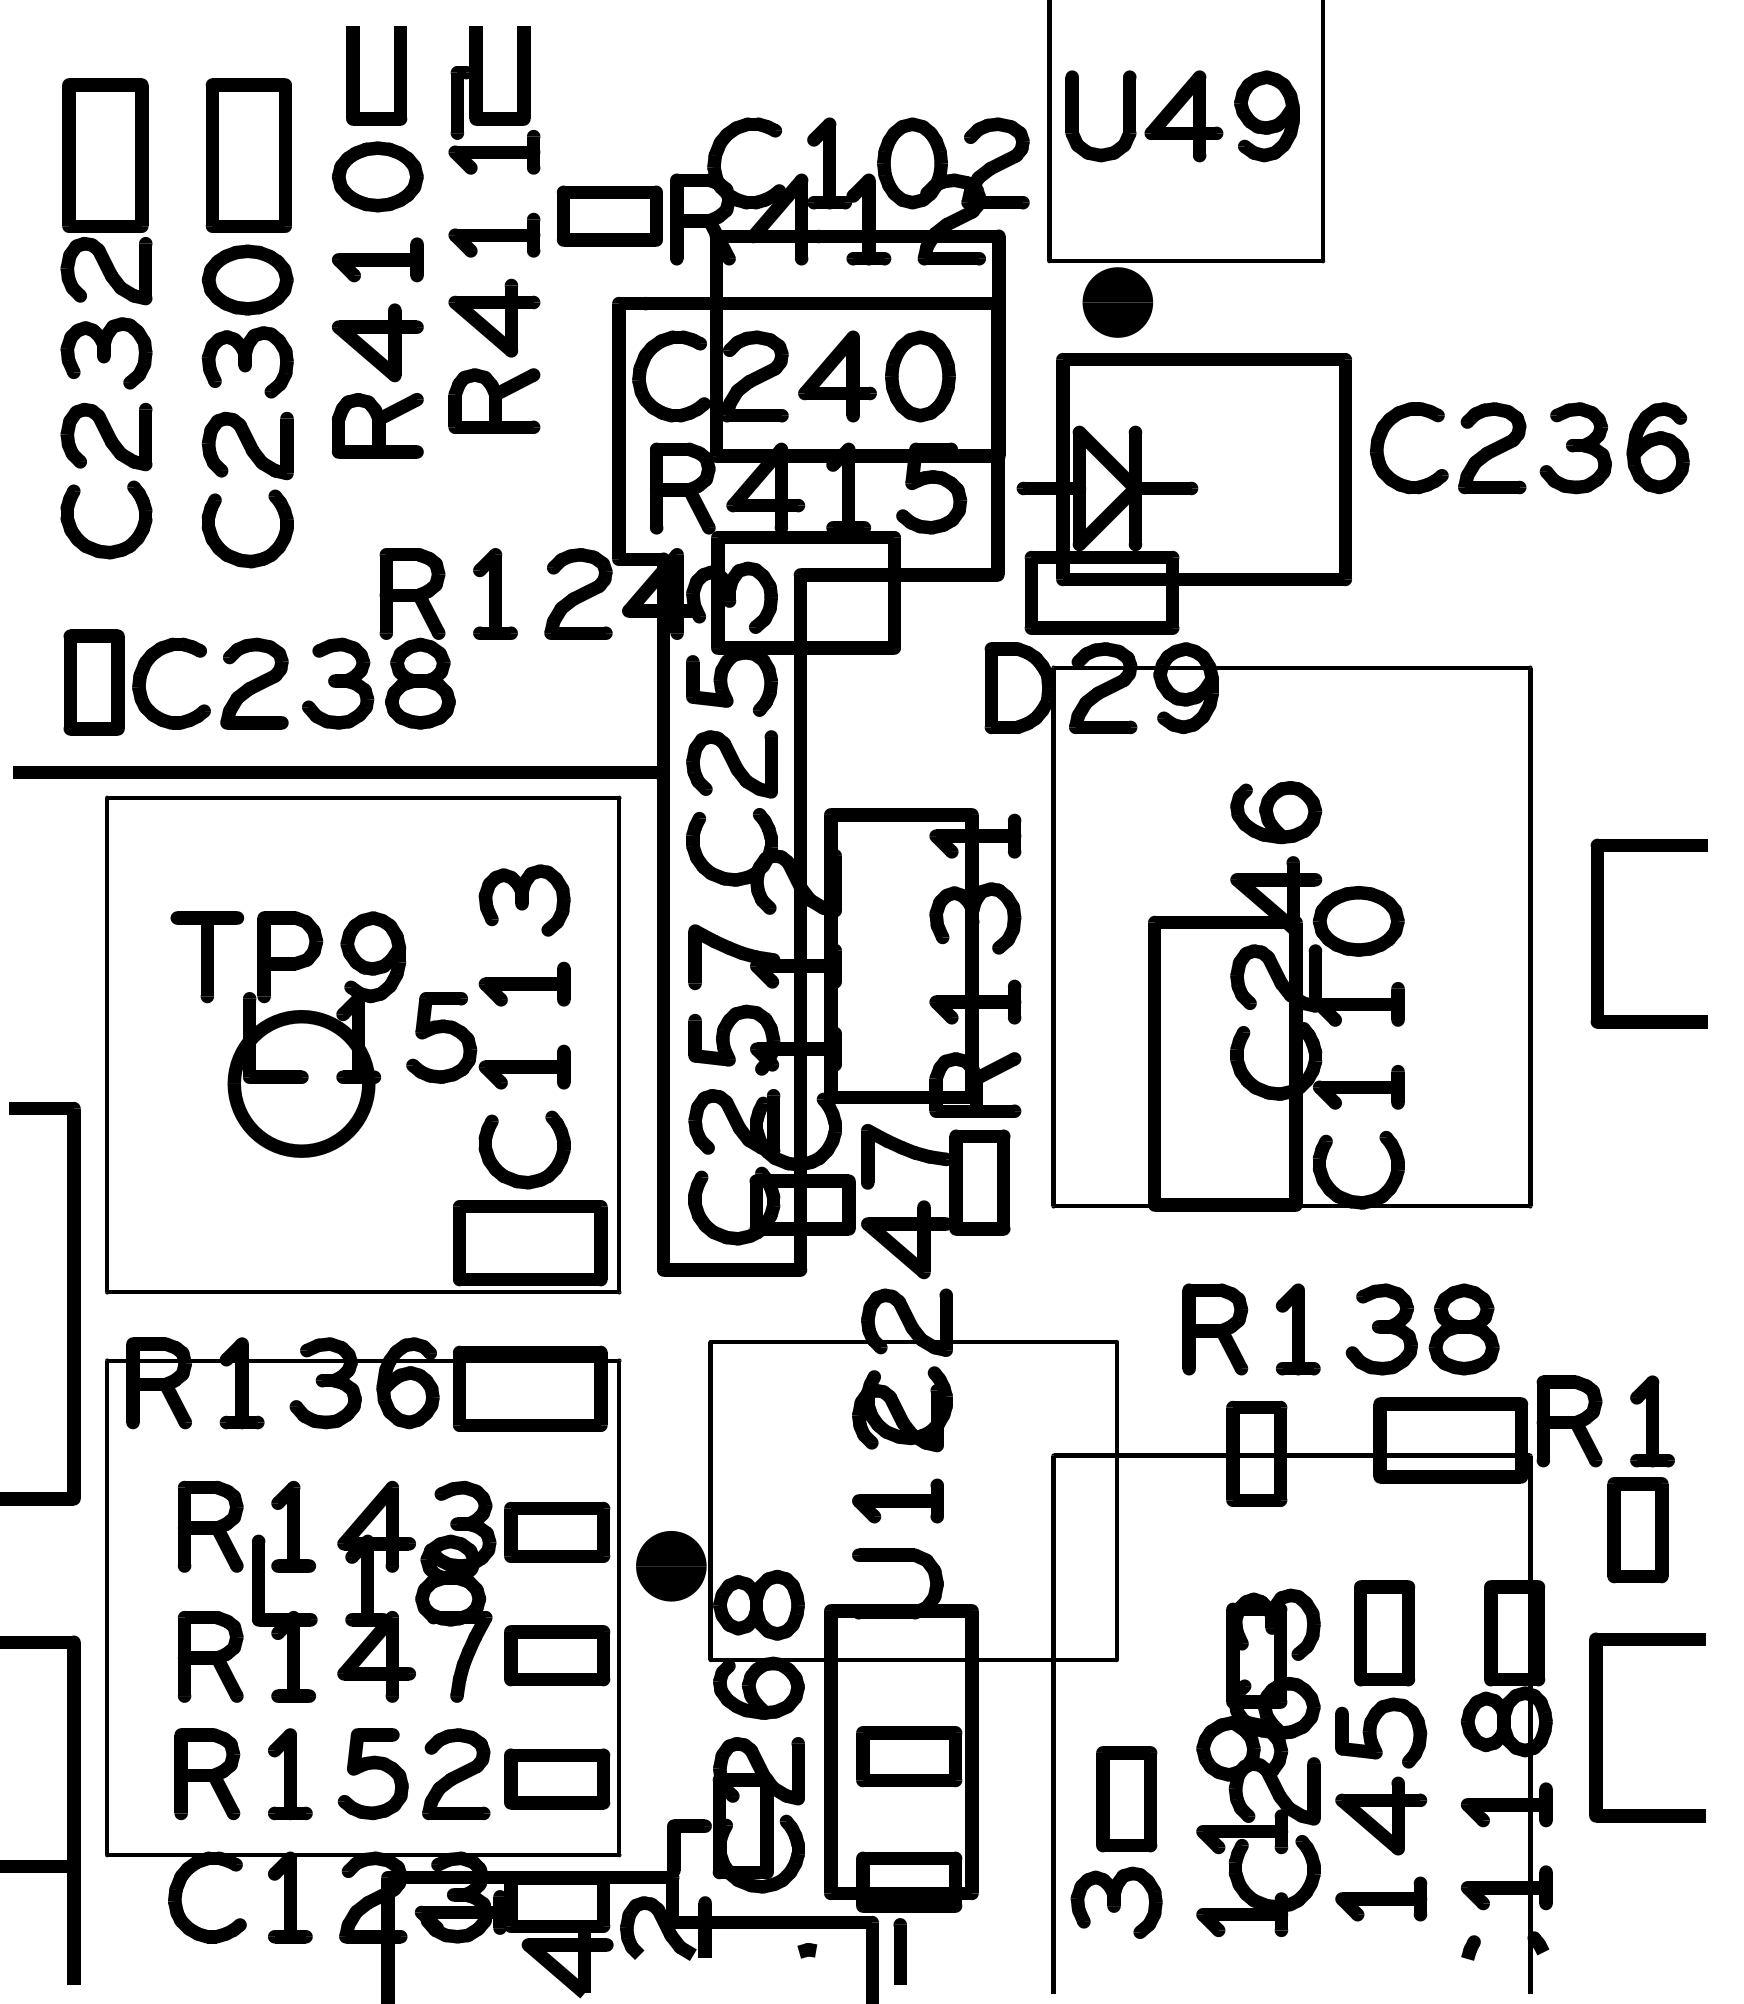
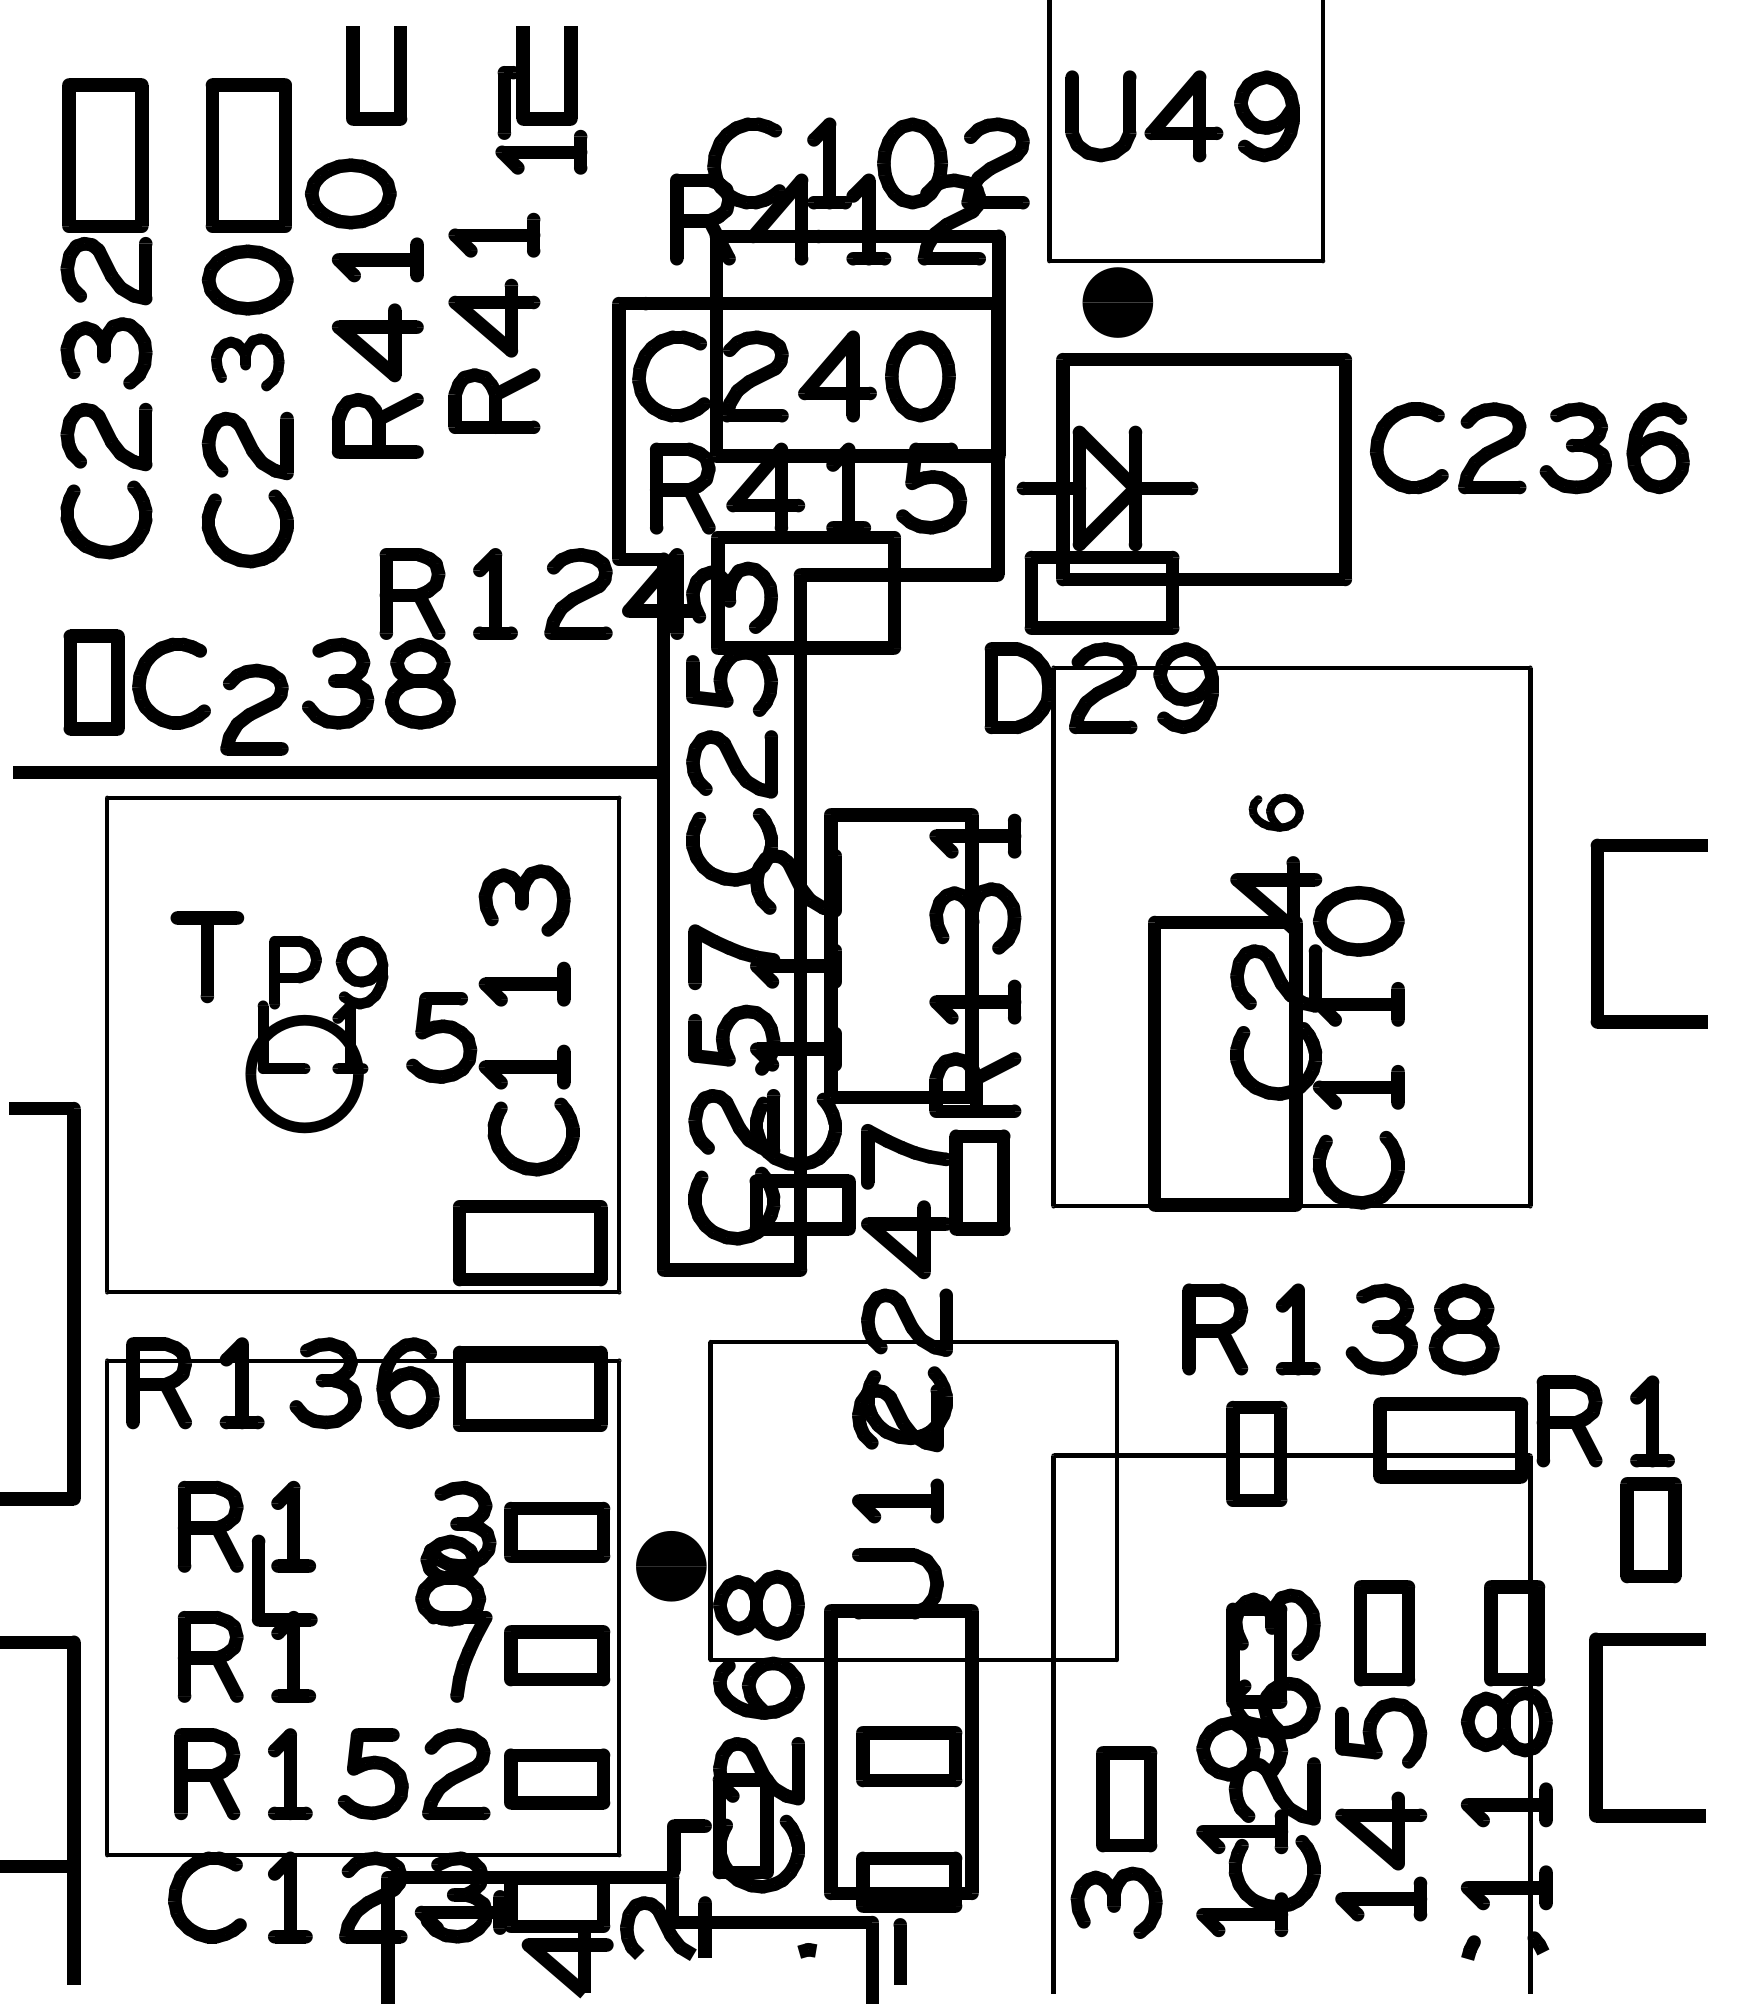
part at (482, 100) position: (482, 100) -> (529, 100)
part at (377, 176) position: (377, 176) -> (350, 193)
part at (609, 215): present -> none
part at (247, 362) size: 93x73 px -> 74x59 px
part at (254, 683) position: (254, 683) -> (254, 709)
part at (1276, 812) size: 93x64 px -> 56x39 px
part at (316, 1034) size: 180x247 px -> 144x198 px
part at (515, 1173) position: (515, 1173) -> (524, 1160)
part at (1637, 1530) position: (1637, 1530) -> (1650, 1530)
part at (376, 1591): present -> none
part at (1381, 1815) position: (1381, 1815) -> (1381, 1830)
